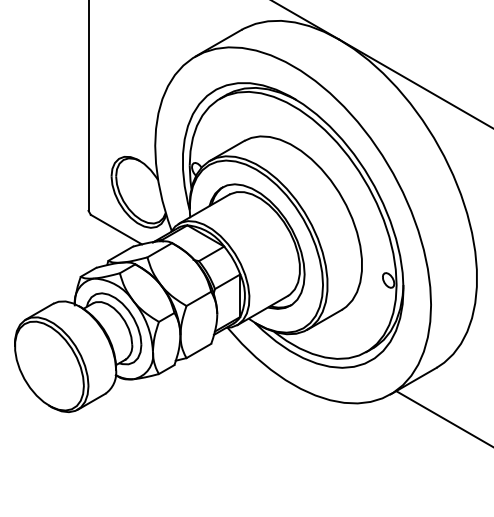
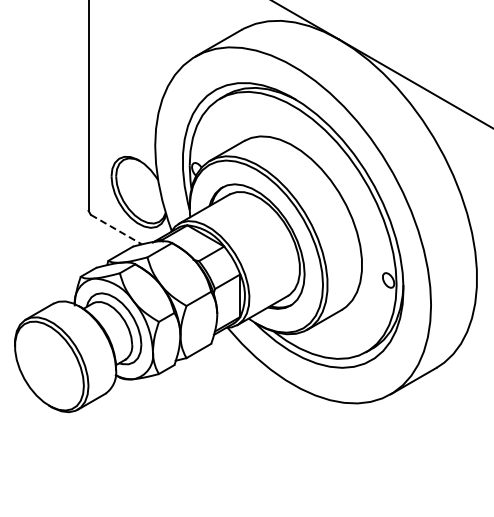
line at (116, 229): solid -> dashed
line at (443, 418): present -> none
